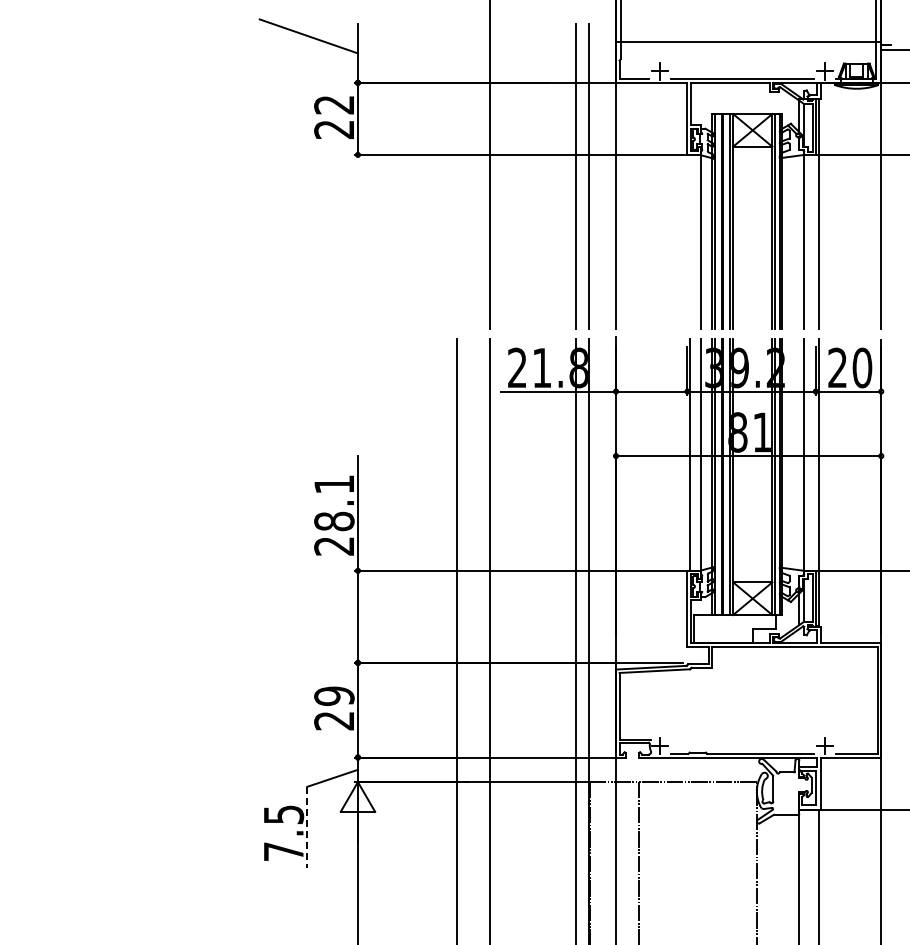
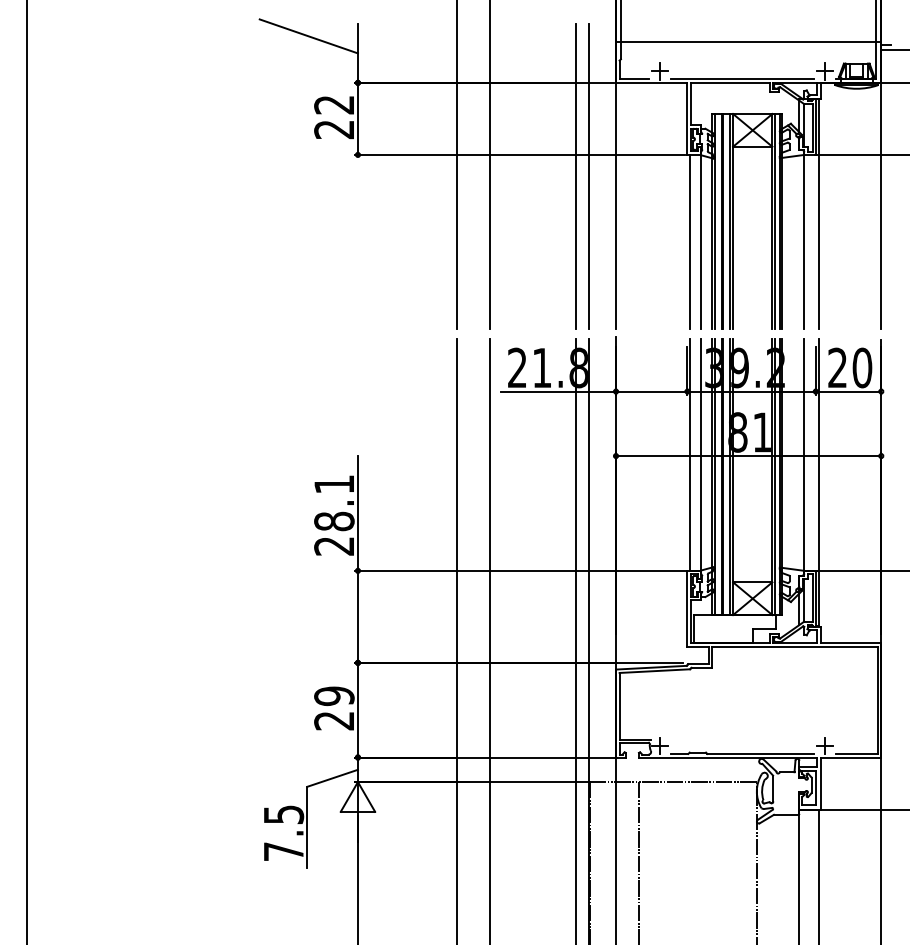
line at (457, 165): none -> present
line at (690, 241): none -> present
line at (27, 471): none -> present
line at (307, 827): dashed -> solid
